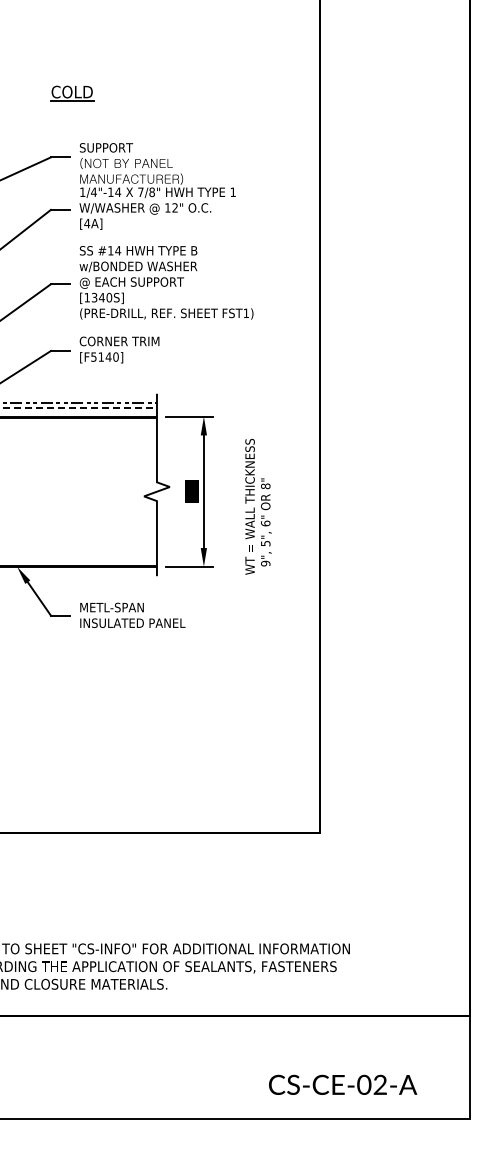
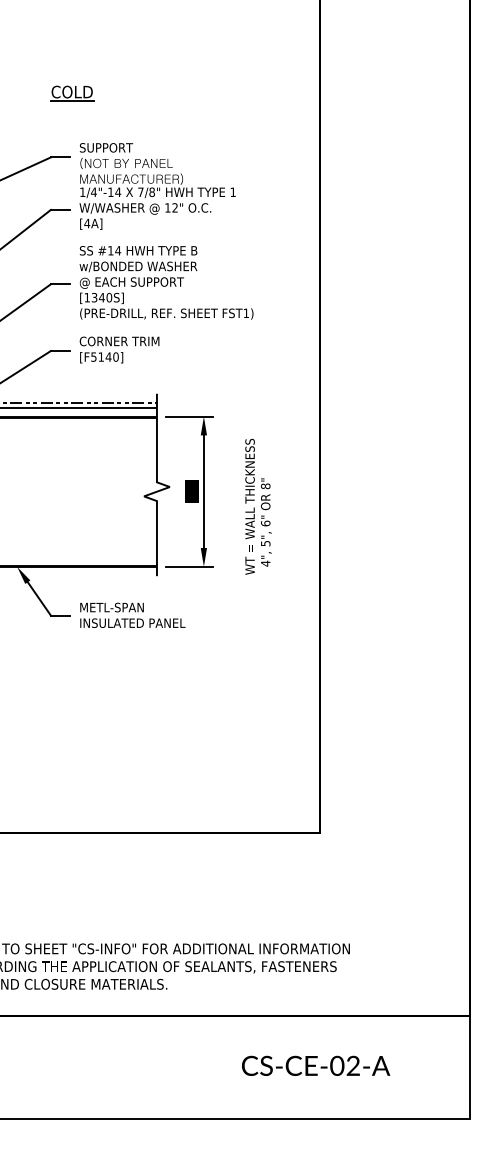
line at (79, 407): dashed -> solid
text at (265, 563): 9", -> 4",
text at (343, 1084) position: (343, 1084) -> (316, 1065)
